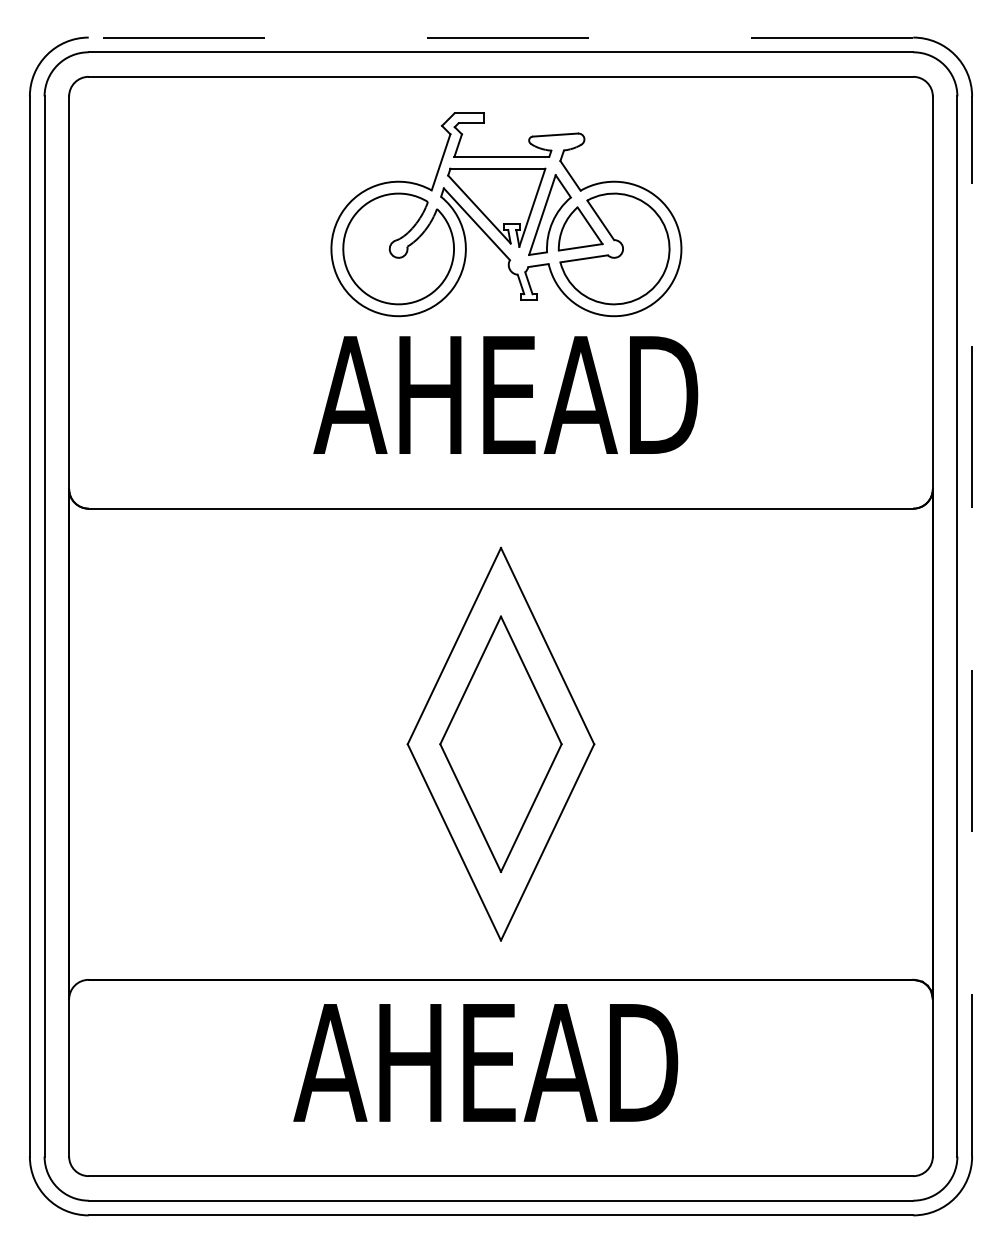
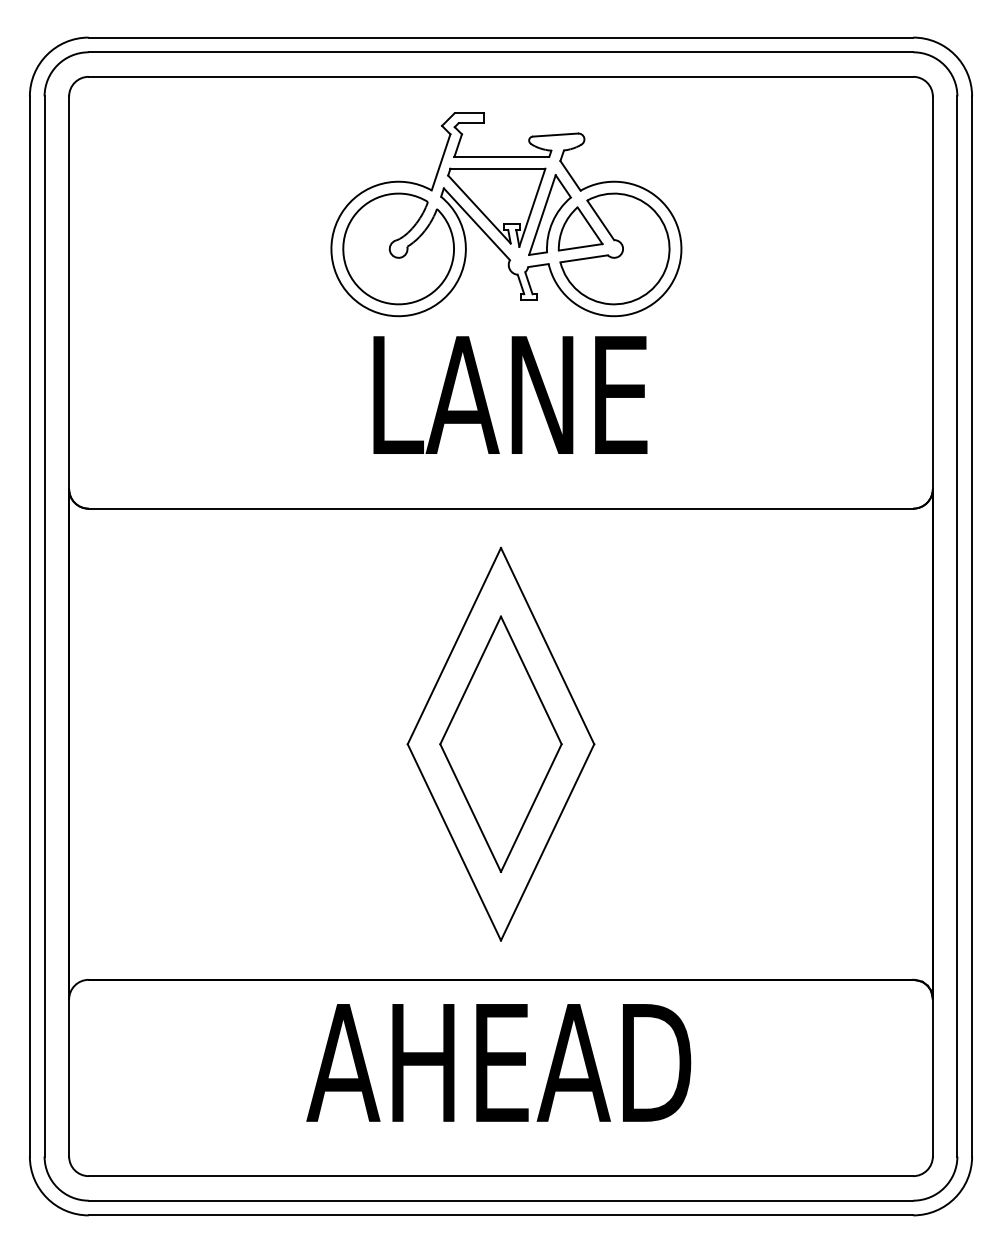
line at (500, 37): dashed -> solid
text at (505, 394): AHEAD -> LANE
line at (972, 626): dashed -> solid
text at (485, 1062) position: (485, 1062) -> (498, 1062)
